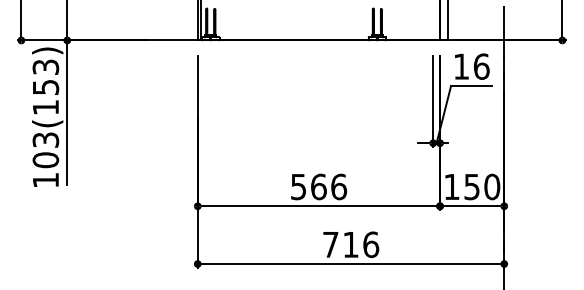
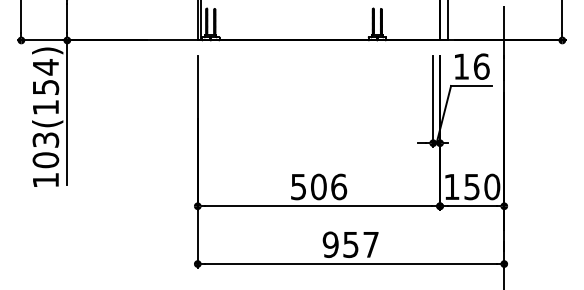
text at (45, 67): 103(153) -> 103(154)
text at (318, 186): 566 -> 506
text at (350, 244): 716 -> 957
